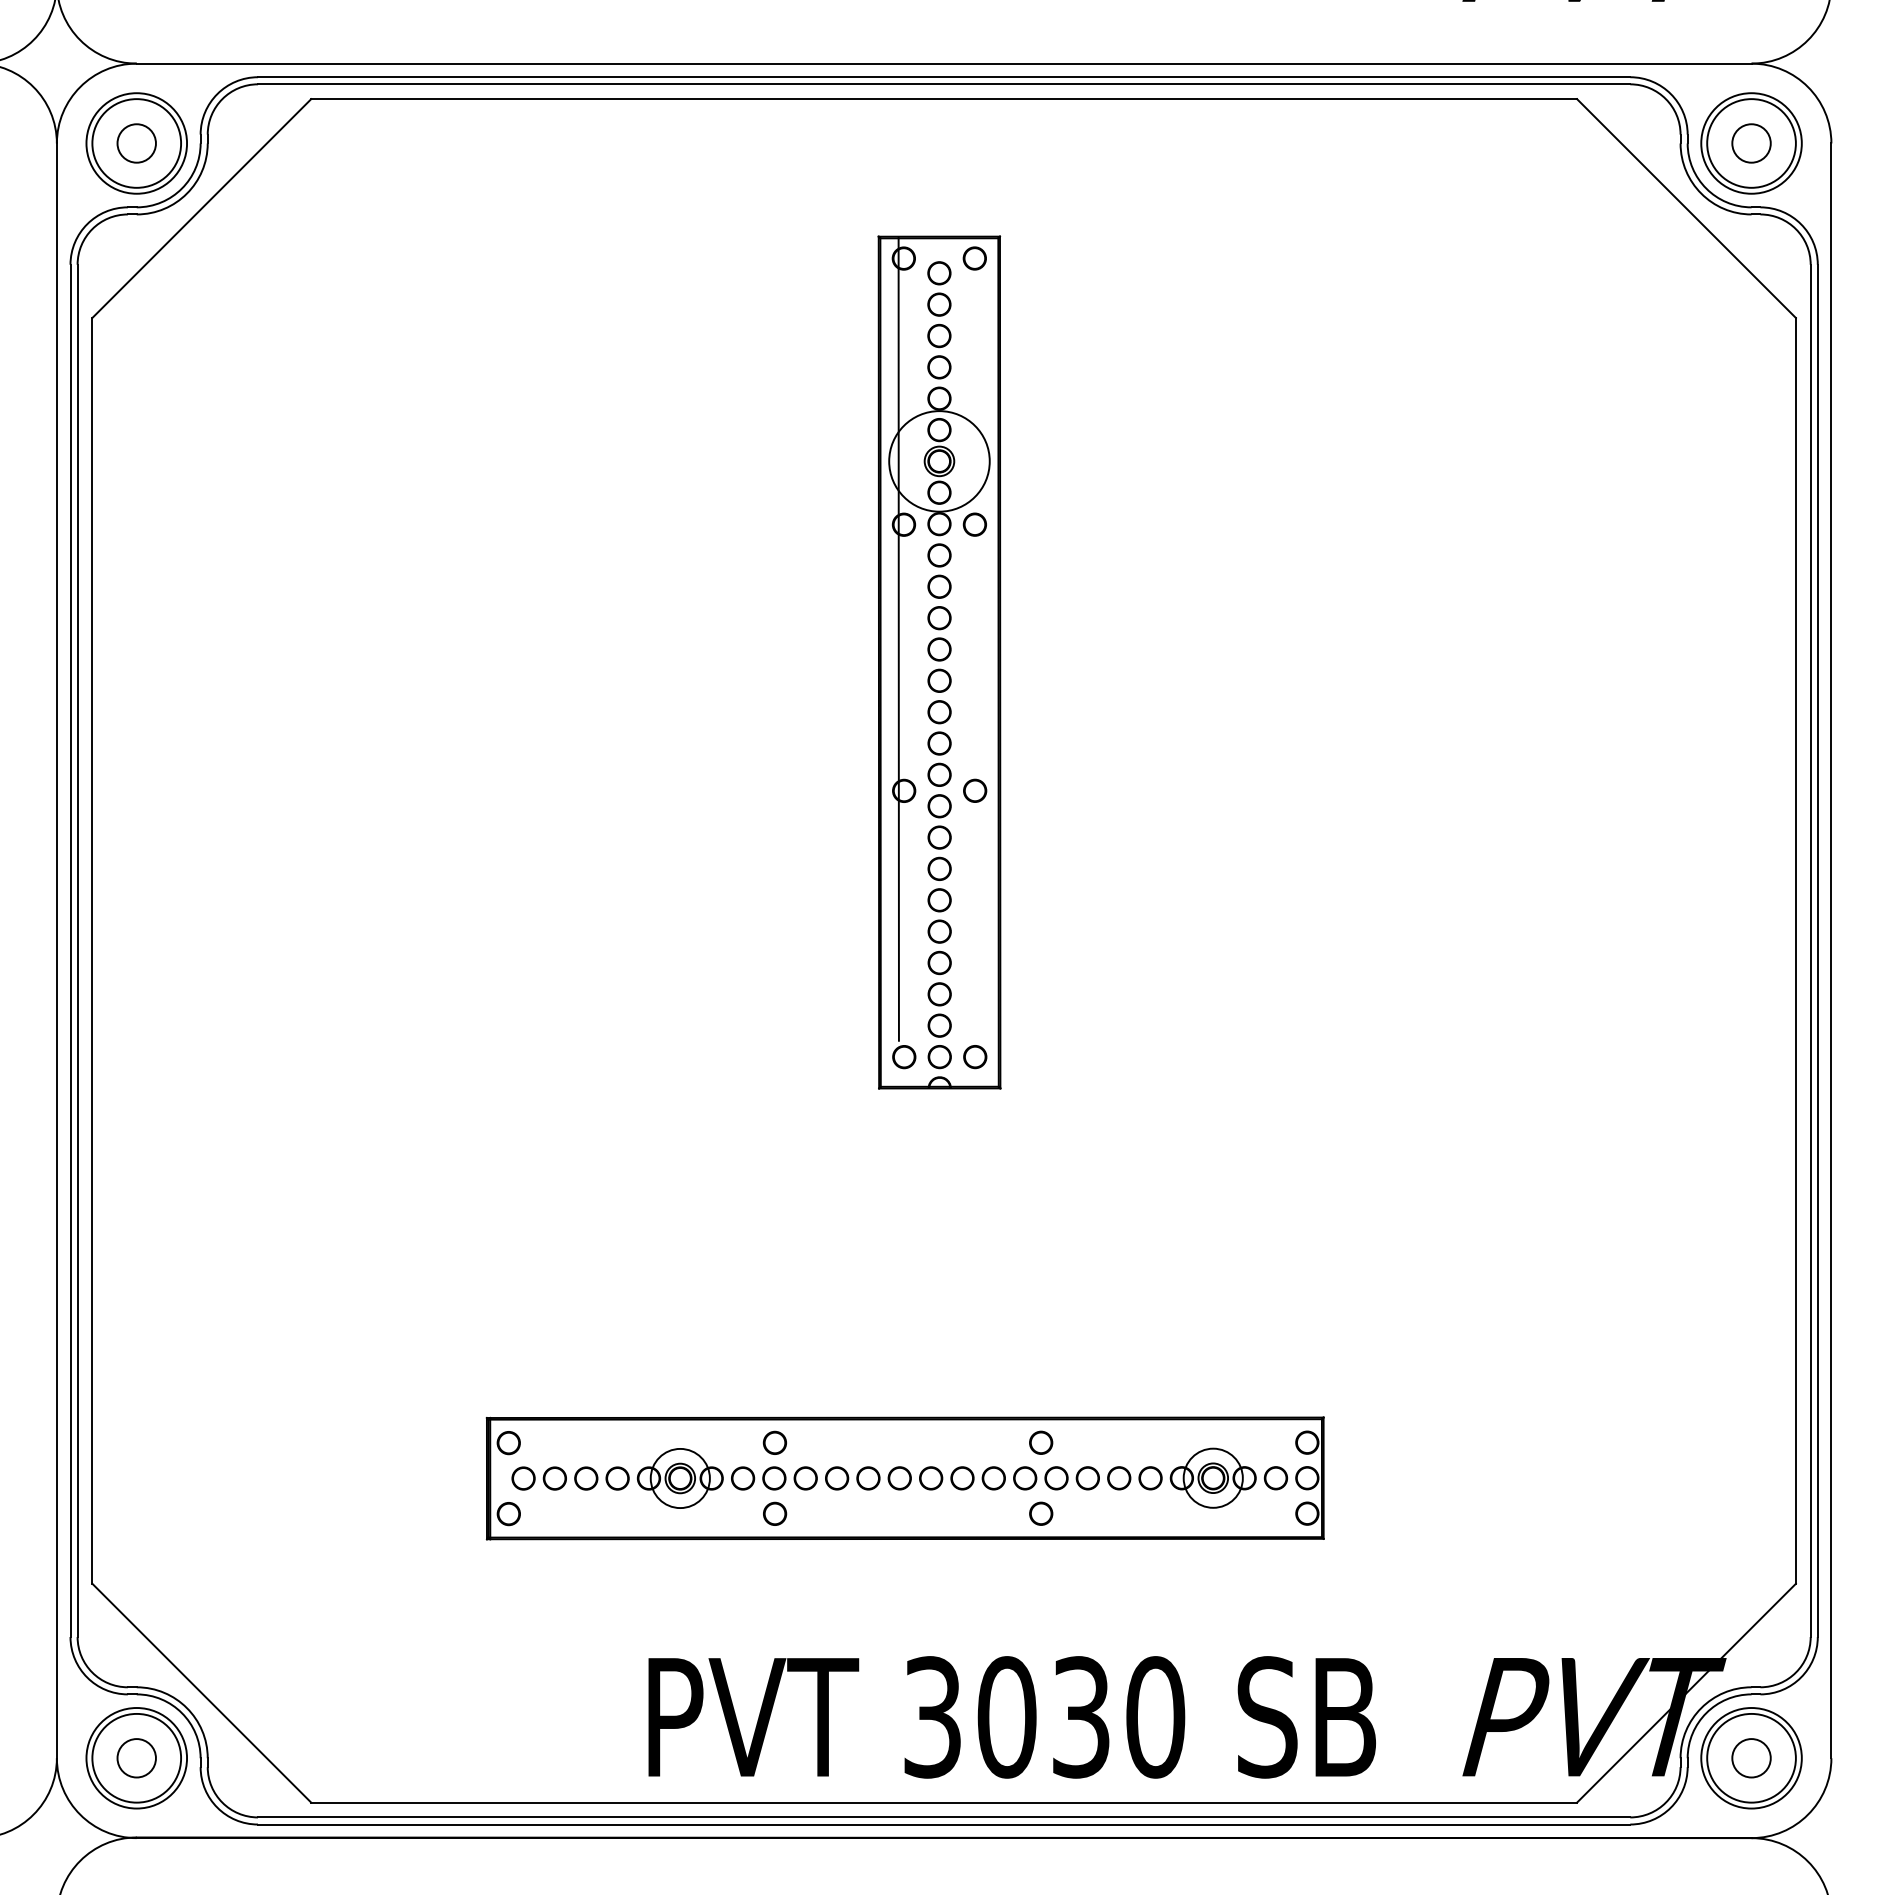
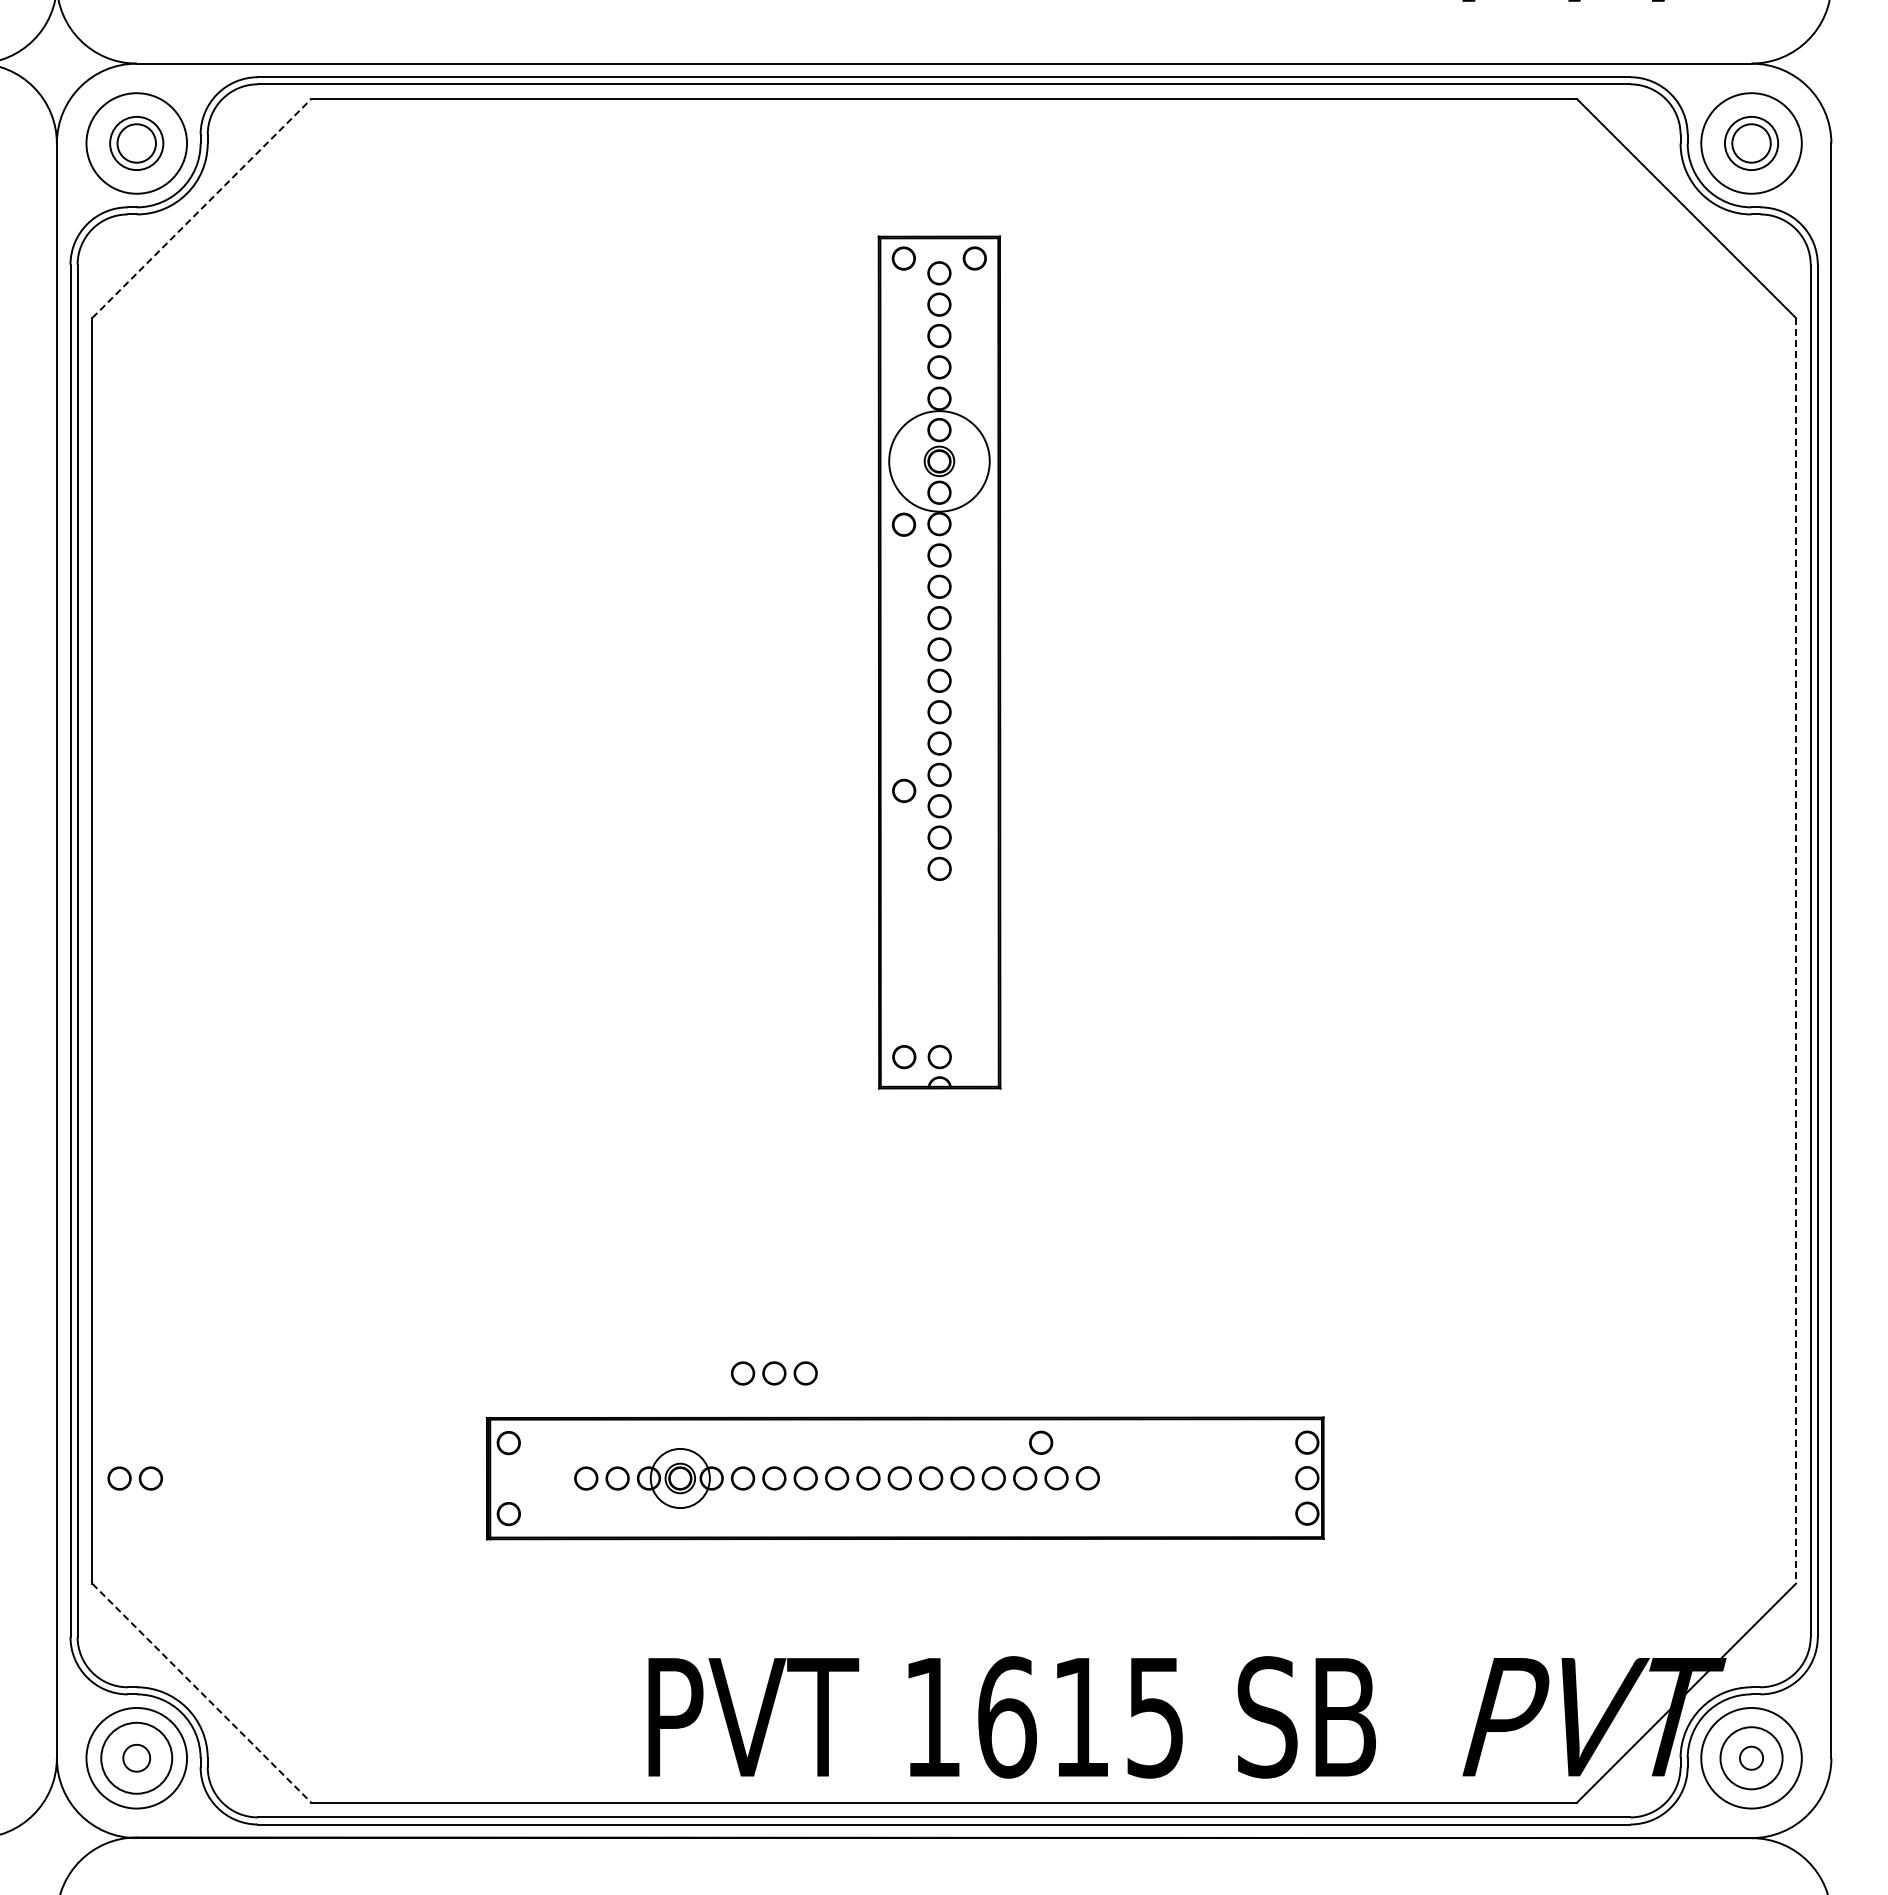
circle at (136, 143) diameter: 89 px -> 53 px
circle at (1751, 143) diameter: 89 px -> 53 px
line at (201, 208): solid -> dashed
circle at (974, 524): present -> none
line at (898, 638): present -> none
circle at (975, 790): present -> none
line at (1795, 950): solid -> dashed
part at (939, 962): present -> none
circle at (975, 1057): present -> none
part at (774, 1373): none -> present
part at (774, 1442): present -> none
part at (1197, 1477): present -> none
part at (538, 1478) position: (538, 1478) -> (134, 1478)
part at (775, 1513): present -> none
circle at (1041, 1513): present -> none
line at (201, 1693): solid -> dashed
text at (1044, 1717): 3030 -> 1615
circle at (136, 1757) diameter: 89 px -> 71 px
circle at (1751, 1757) diameter: 89 px -> 62 px
circle at (136, 1758) diameter: 38 px -> 27 px
circle at (1751, 1758) diameter: 38 px -> 23 px
